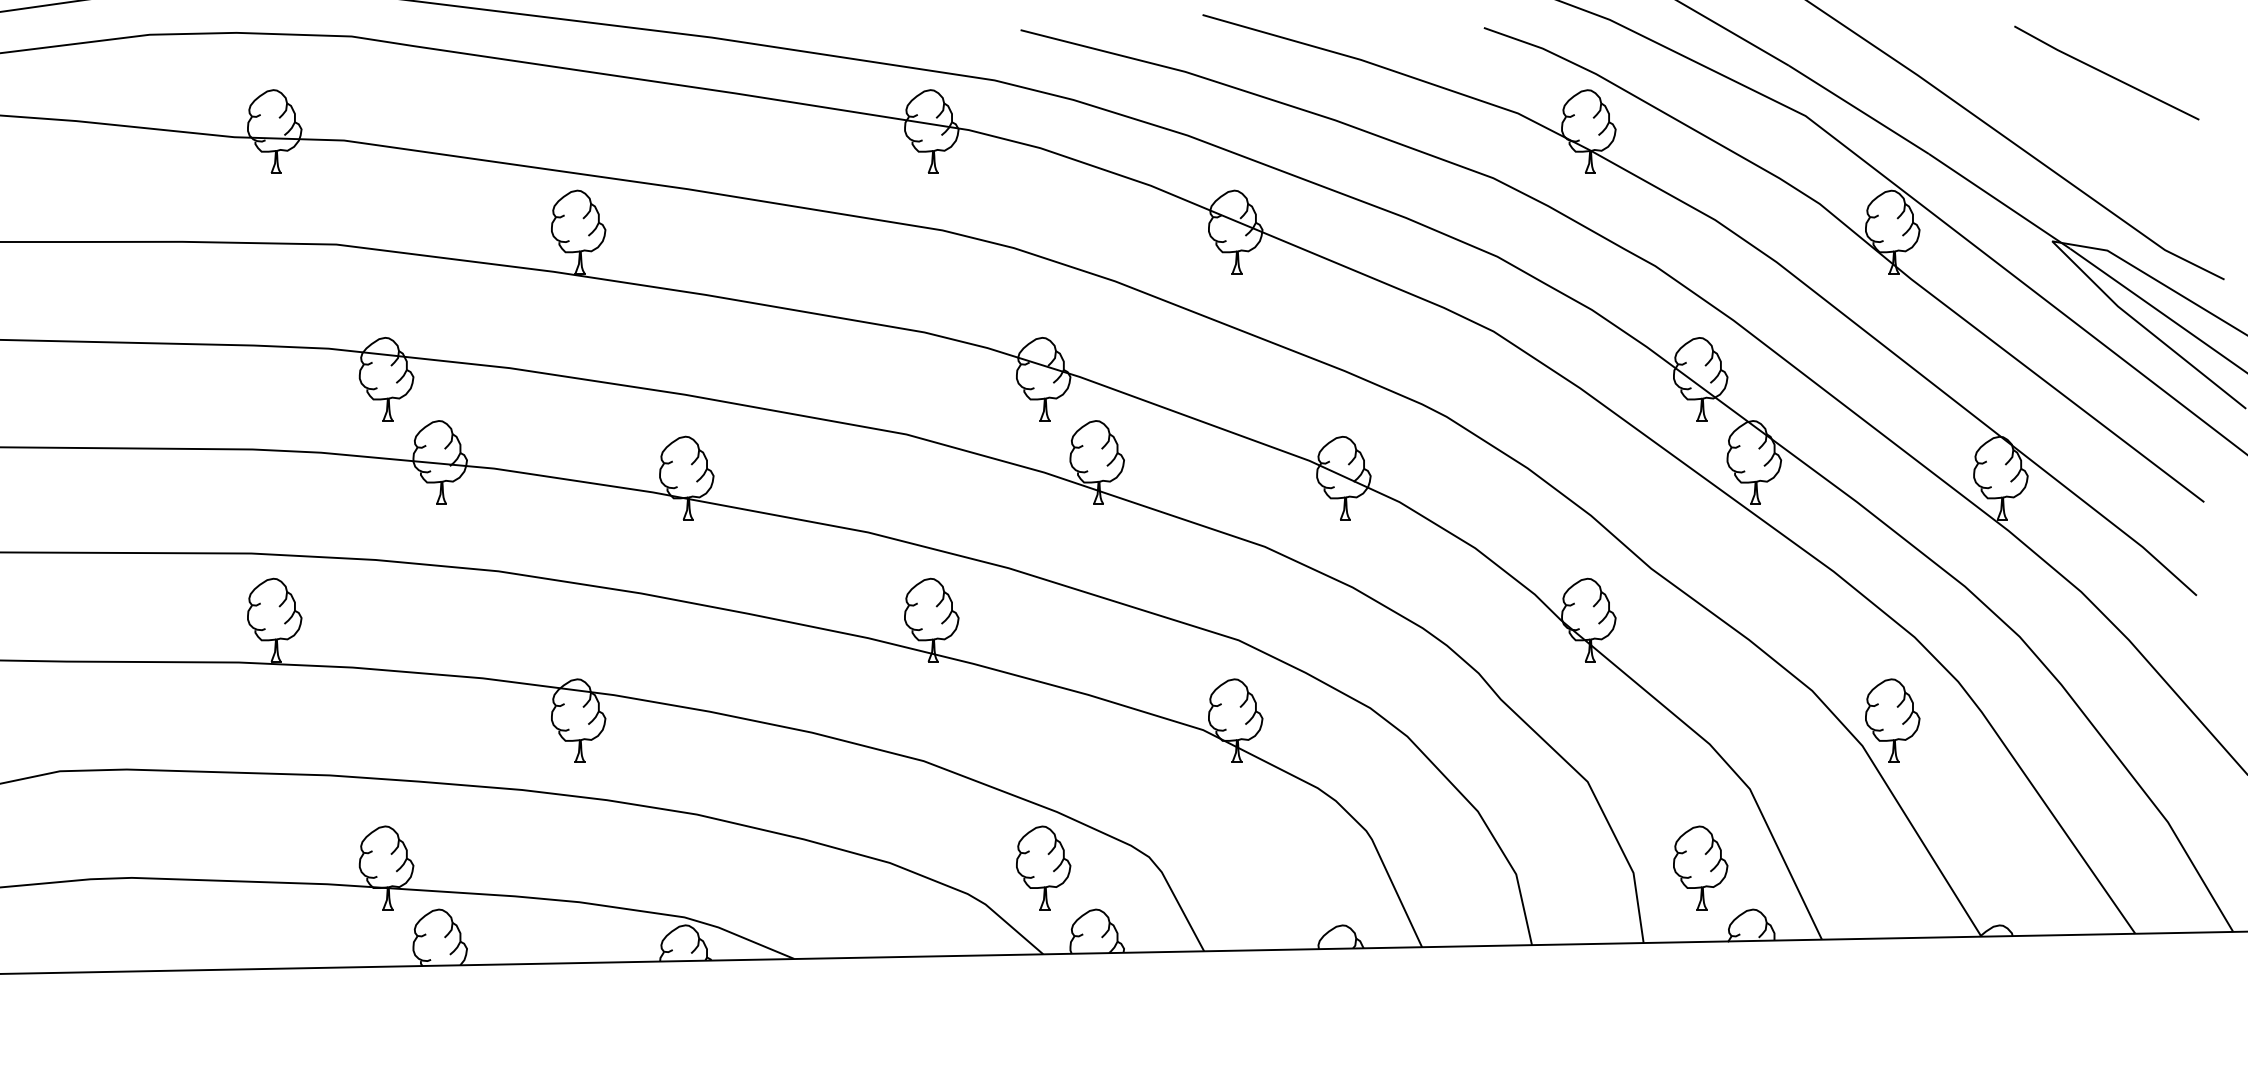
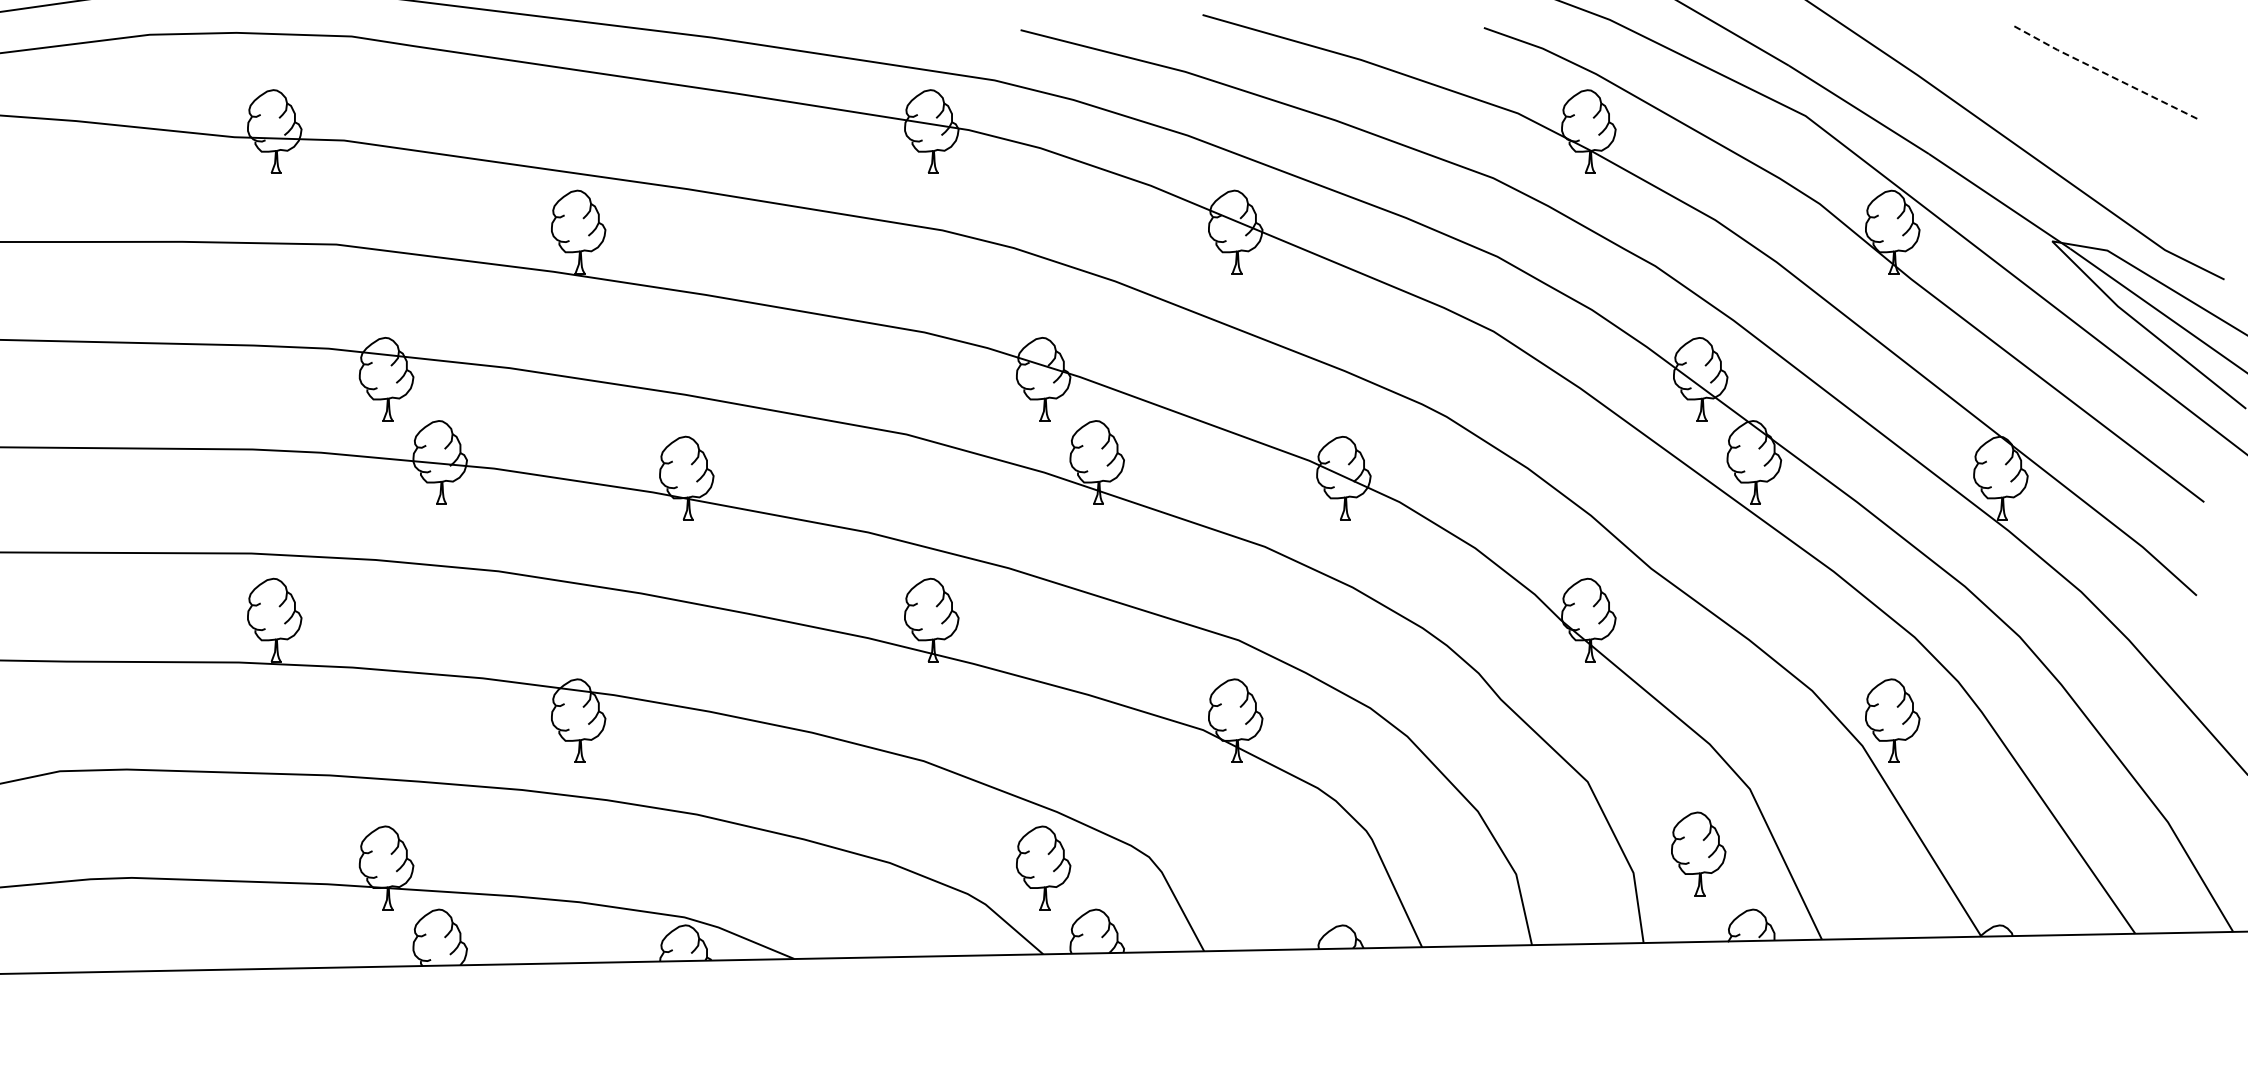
line at (2105, 73): solid -> dashed
part at (1700, 867) position: (1700, 867) -> (1698, 853)
